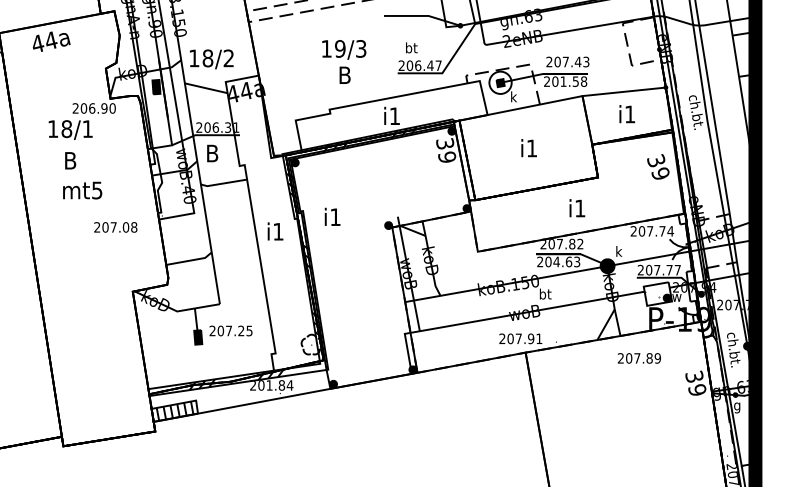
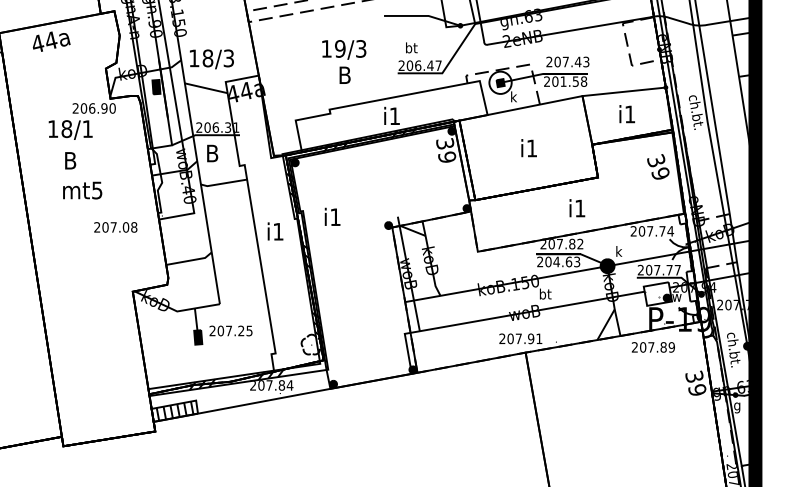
text at (228, 58): 18/2 -> 18/3
text at (639, 358) position: (639, 358) -> (653, 347)
text at (269, 385): 201.84 -> 207.84
